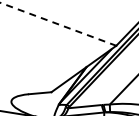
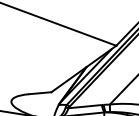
line at (58, 24): dashed -> solid
